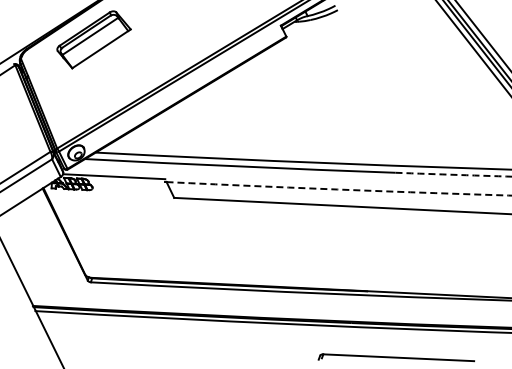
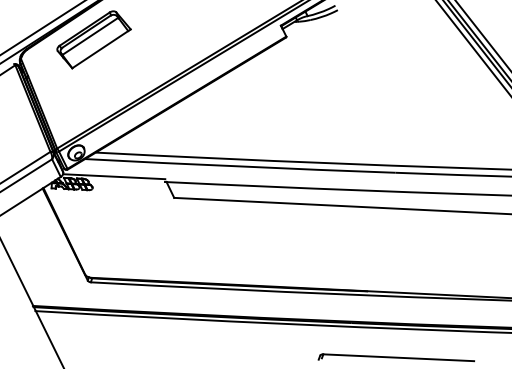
line at (42, 27): none -> present
arc at (453, 174): dashed -> solid
arc at (339, 189): dashed -> solid
